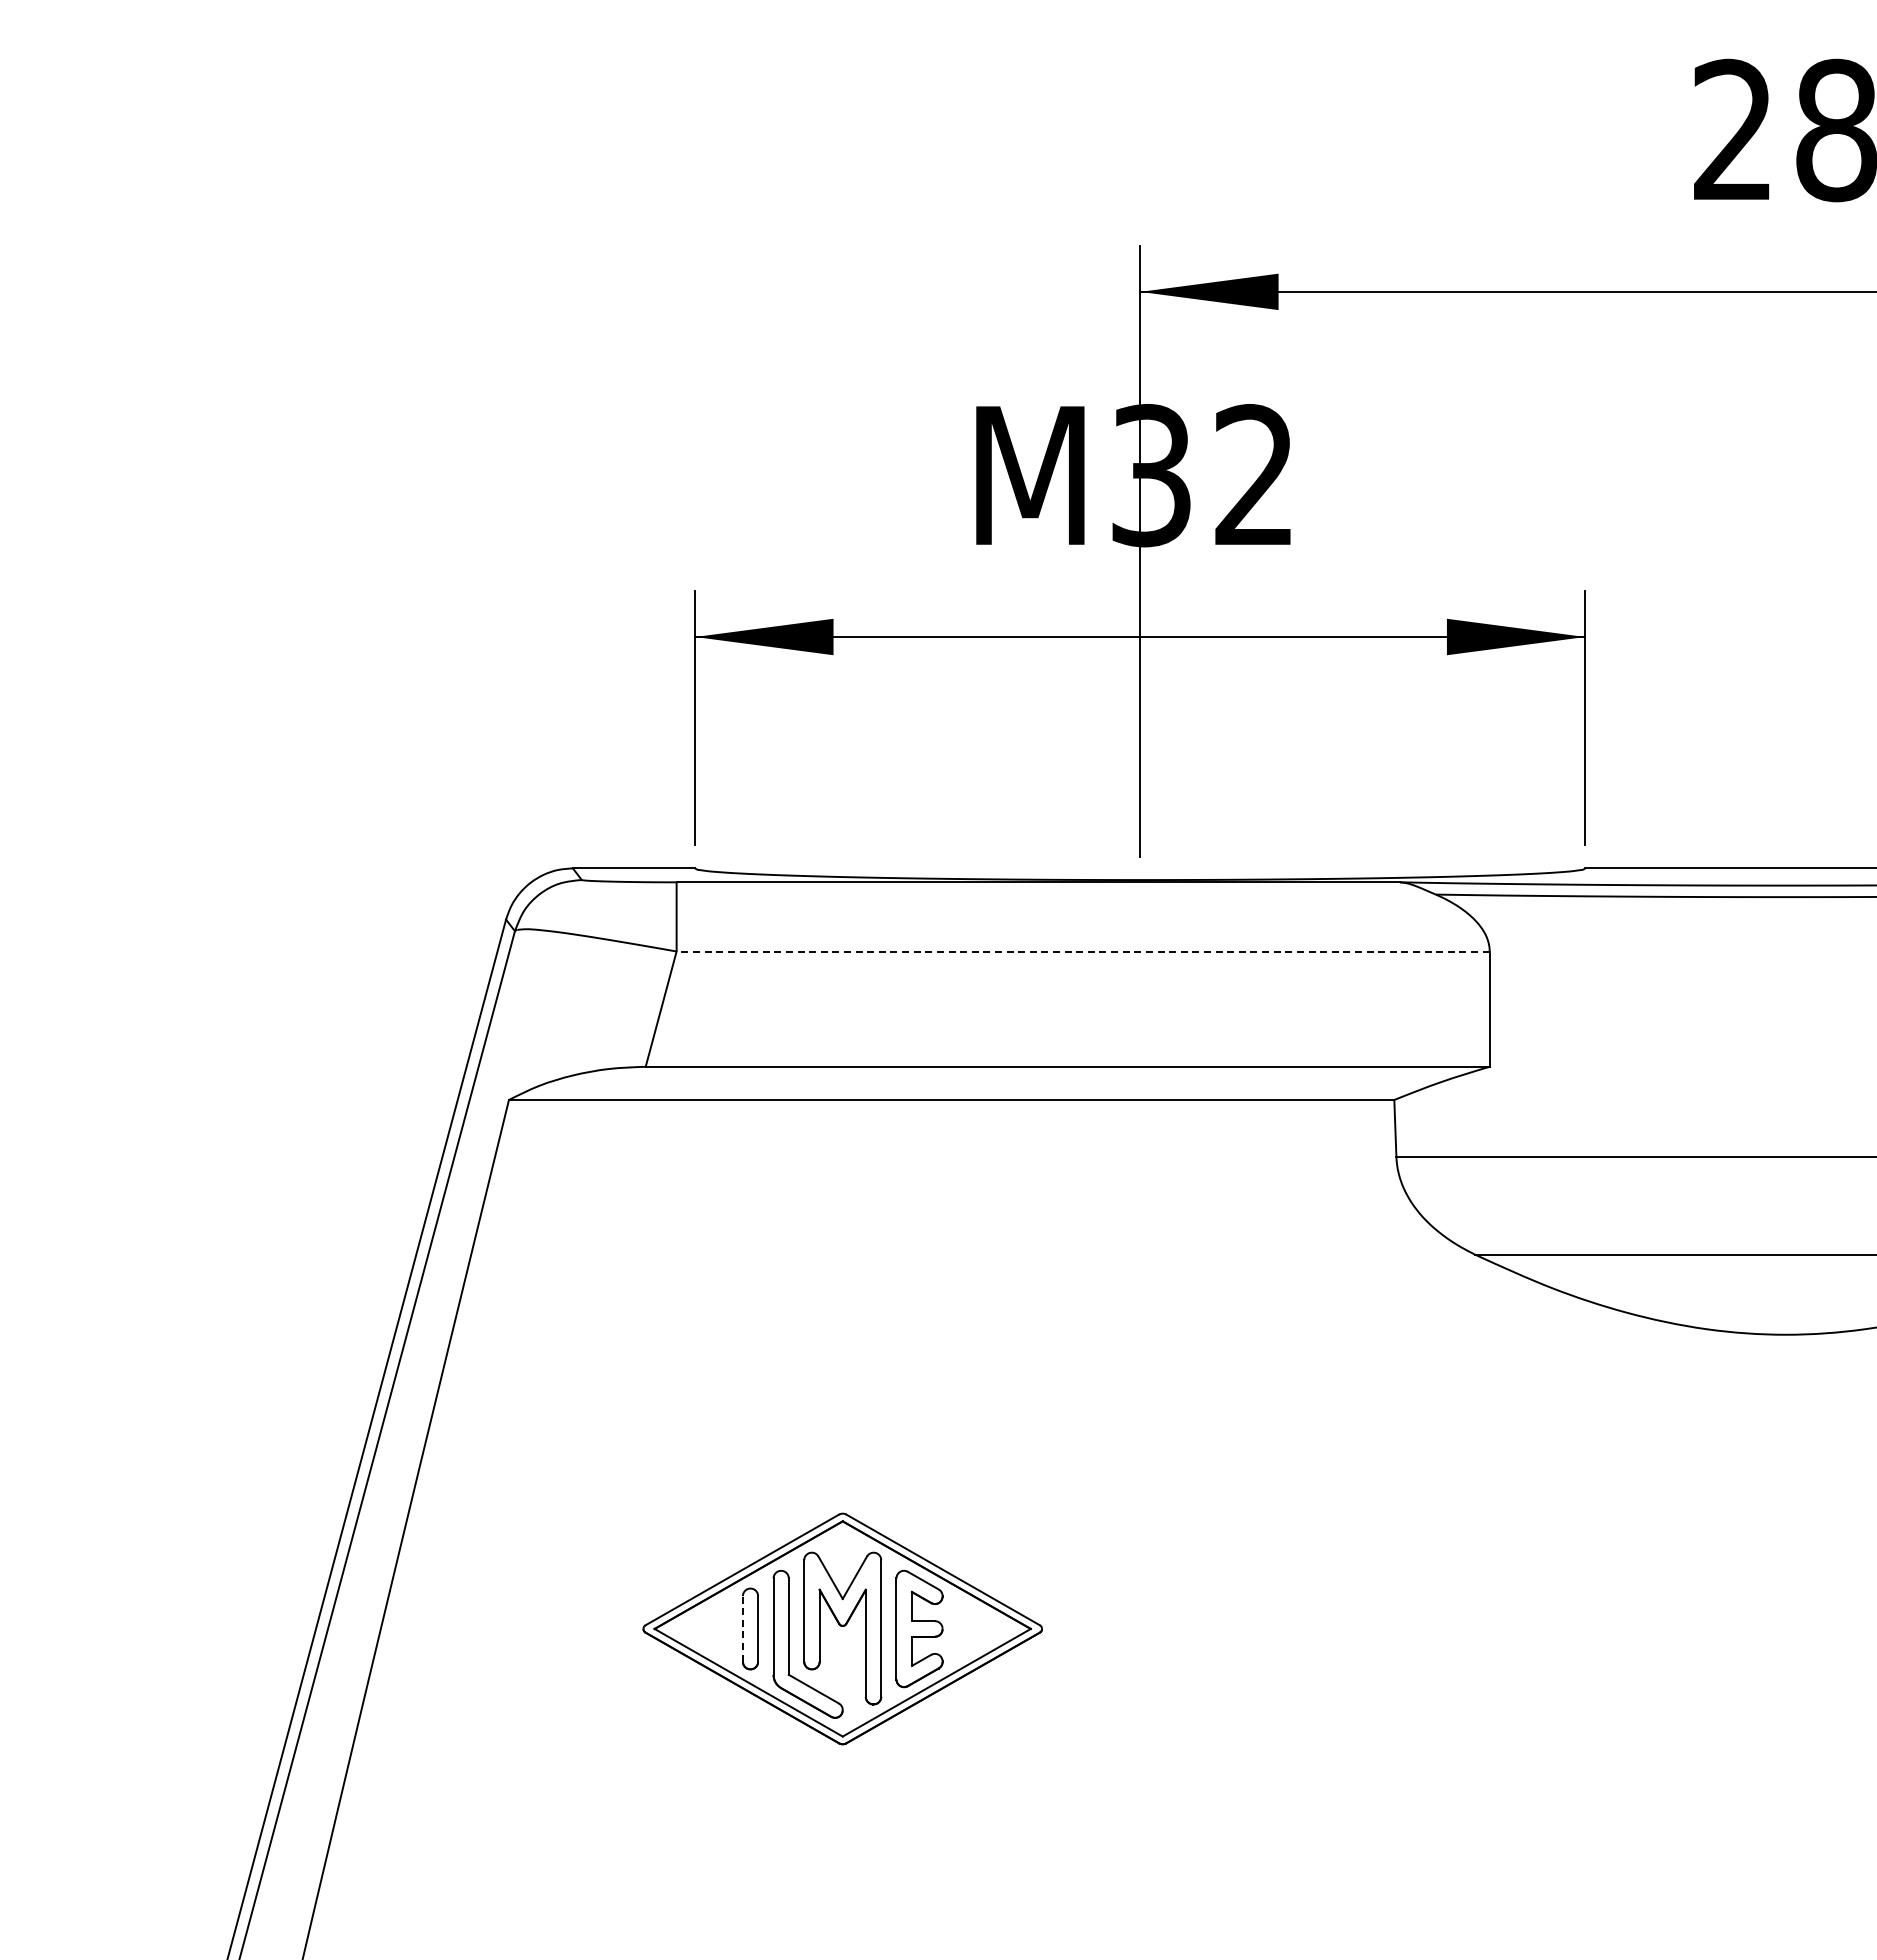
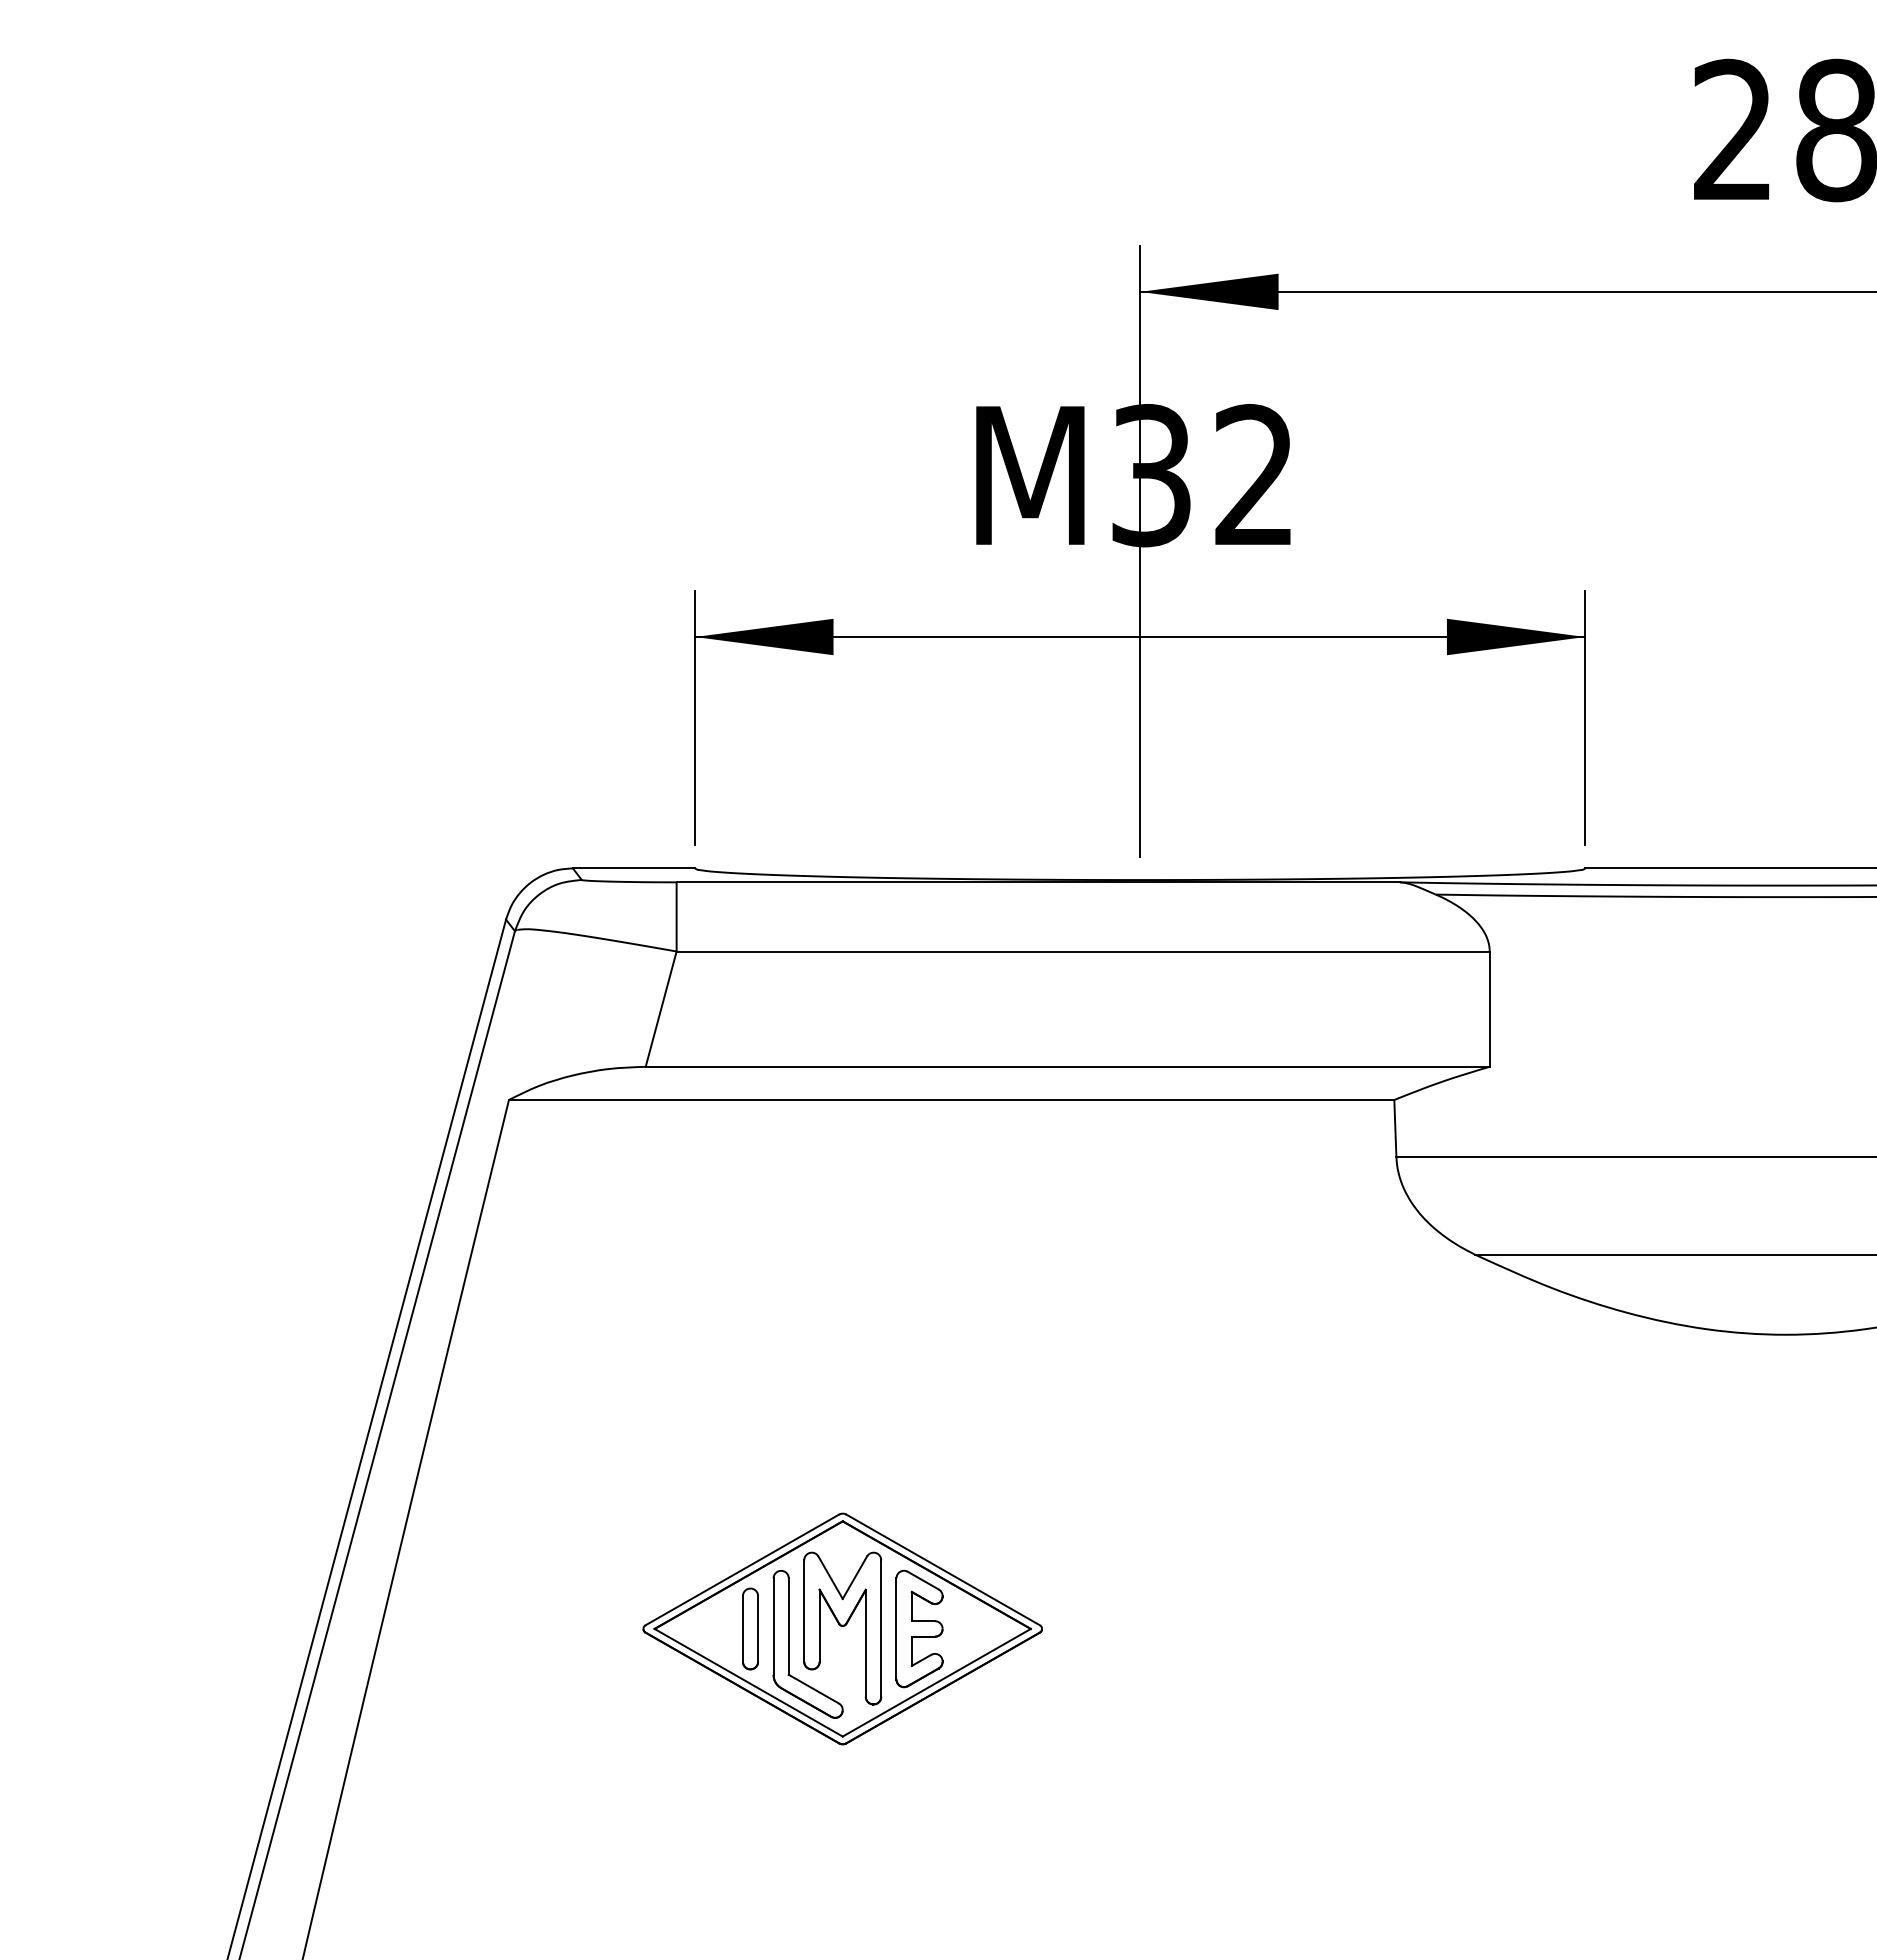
line at (1083, 951): dashed -> solid
line at (742, 1628): dashed -> solid
